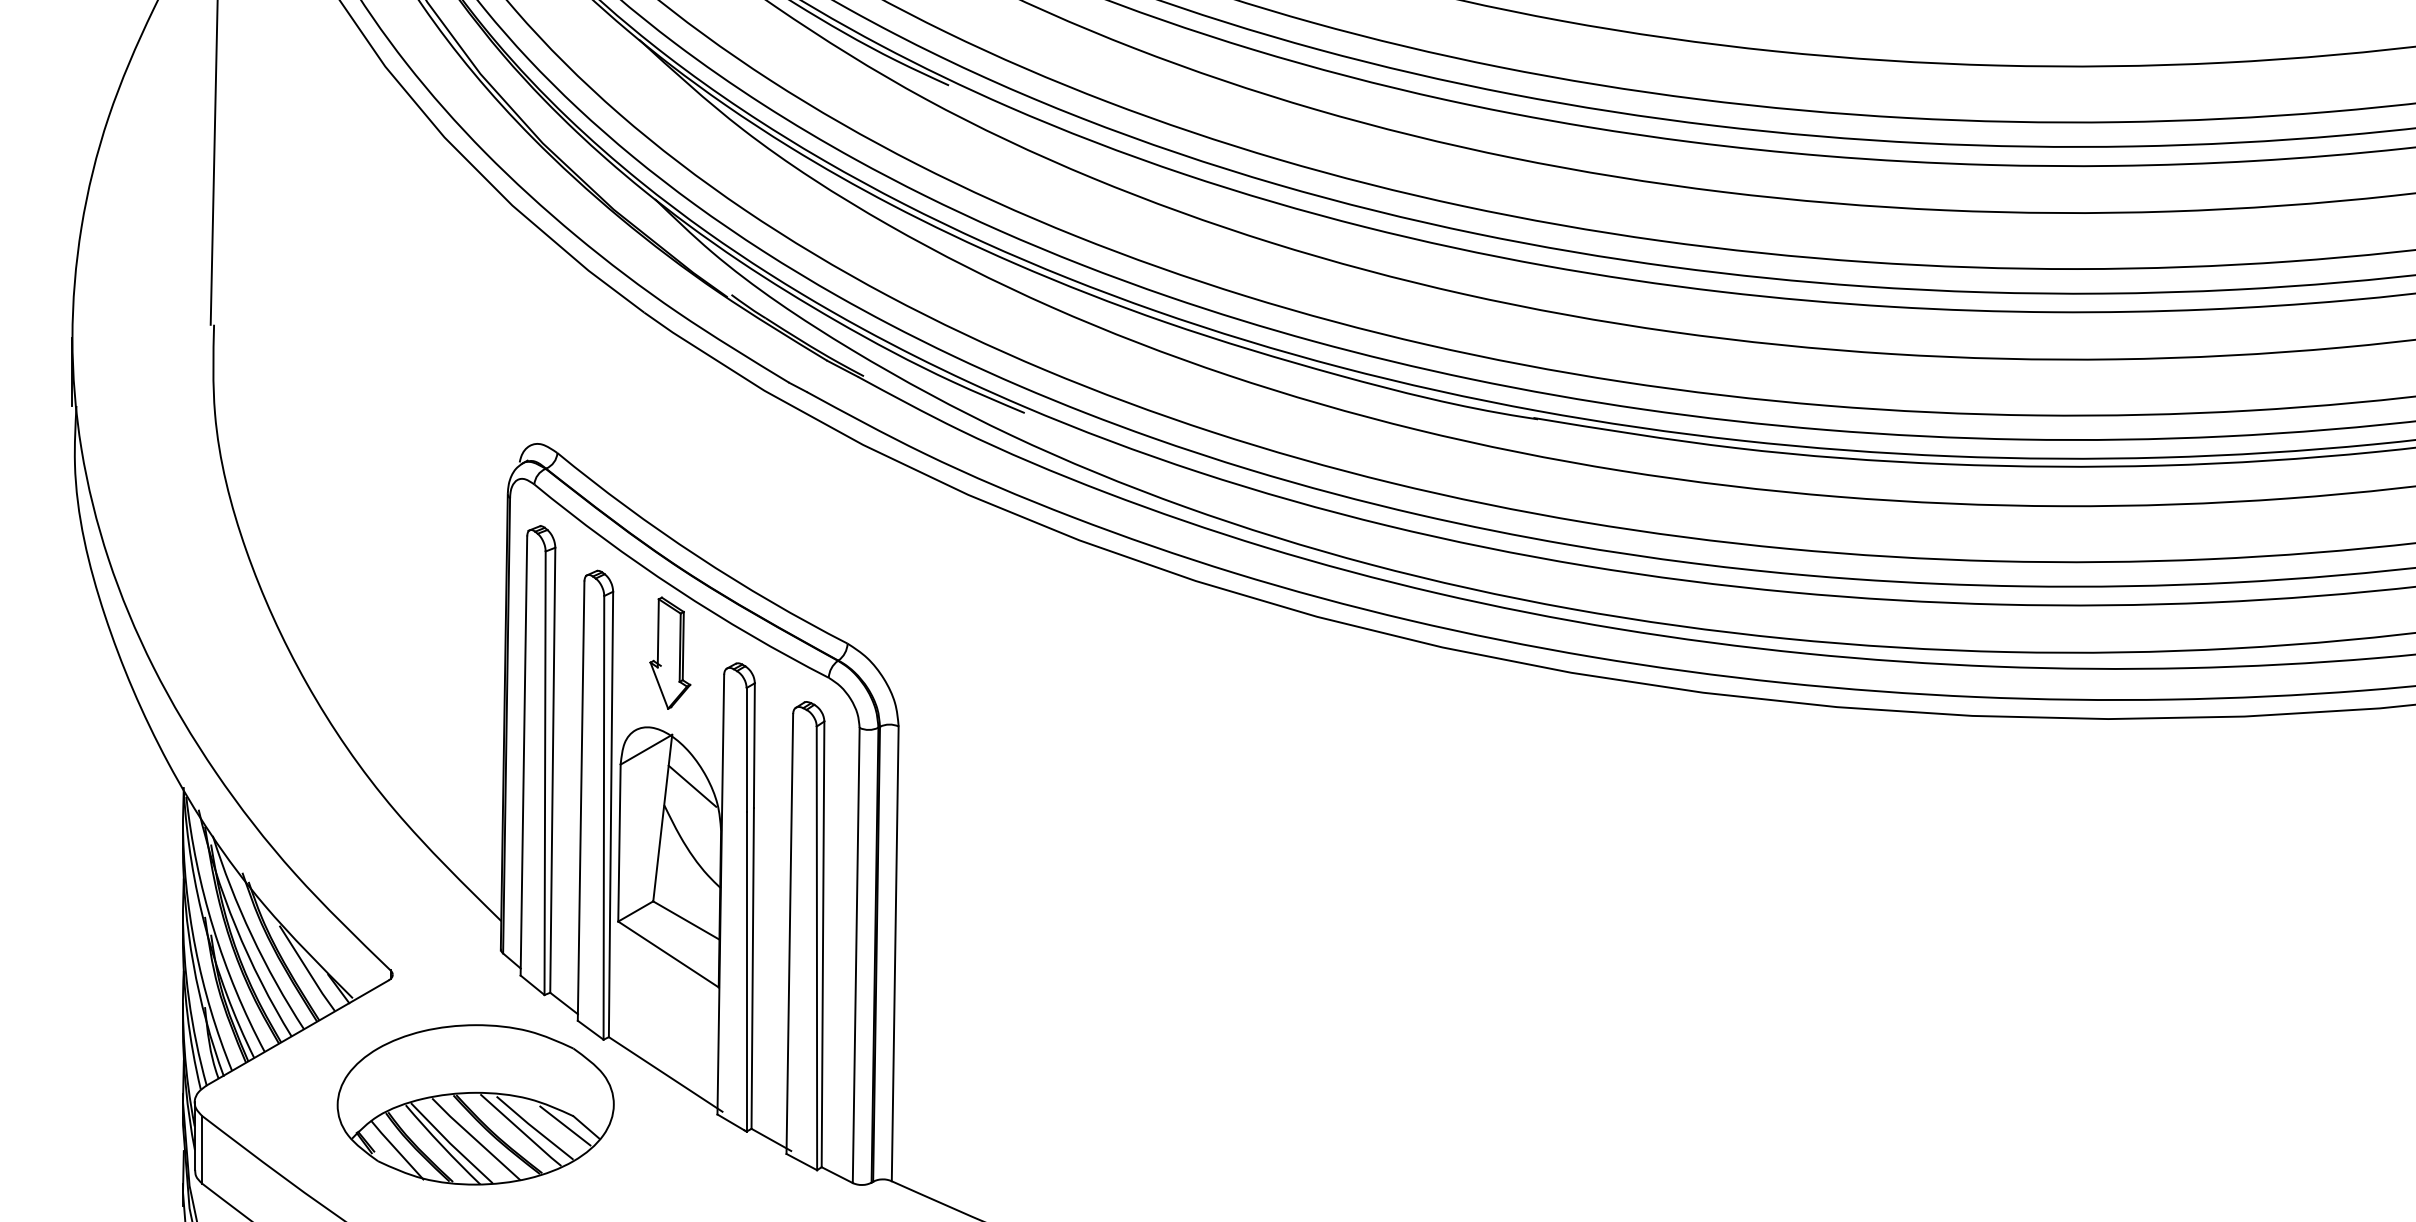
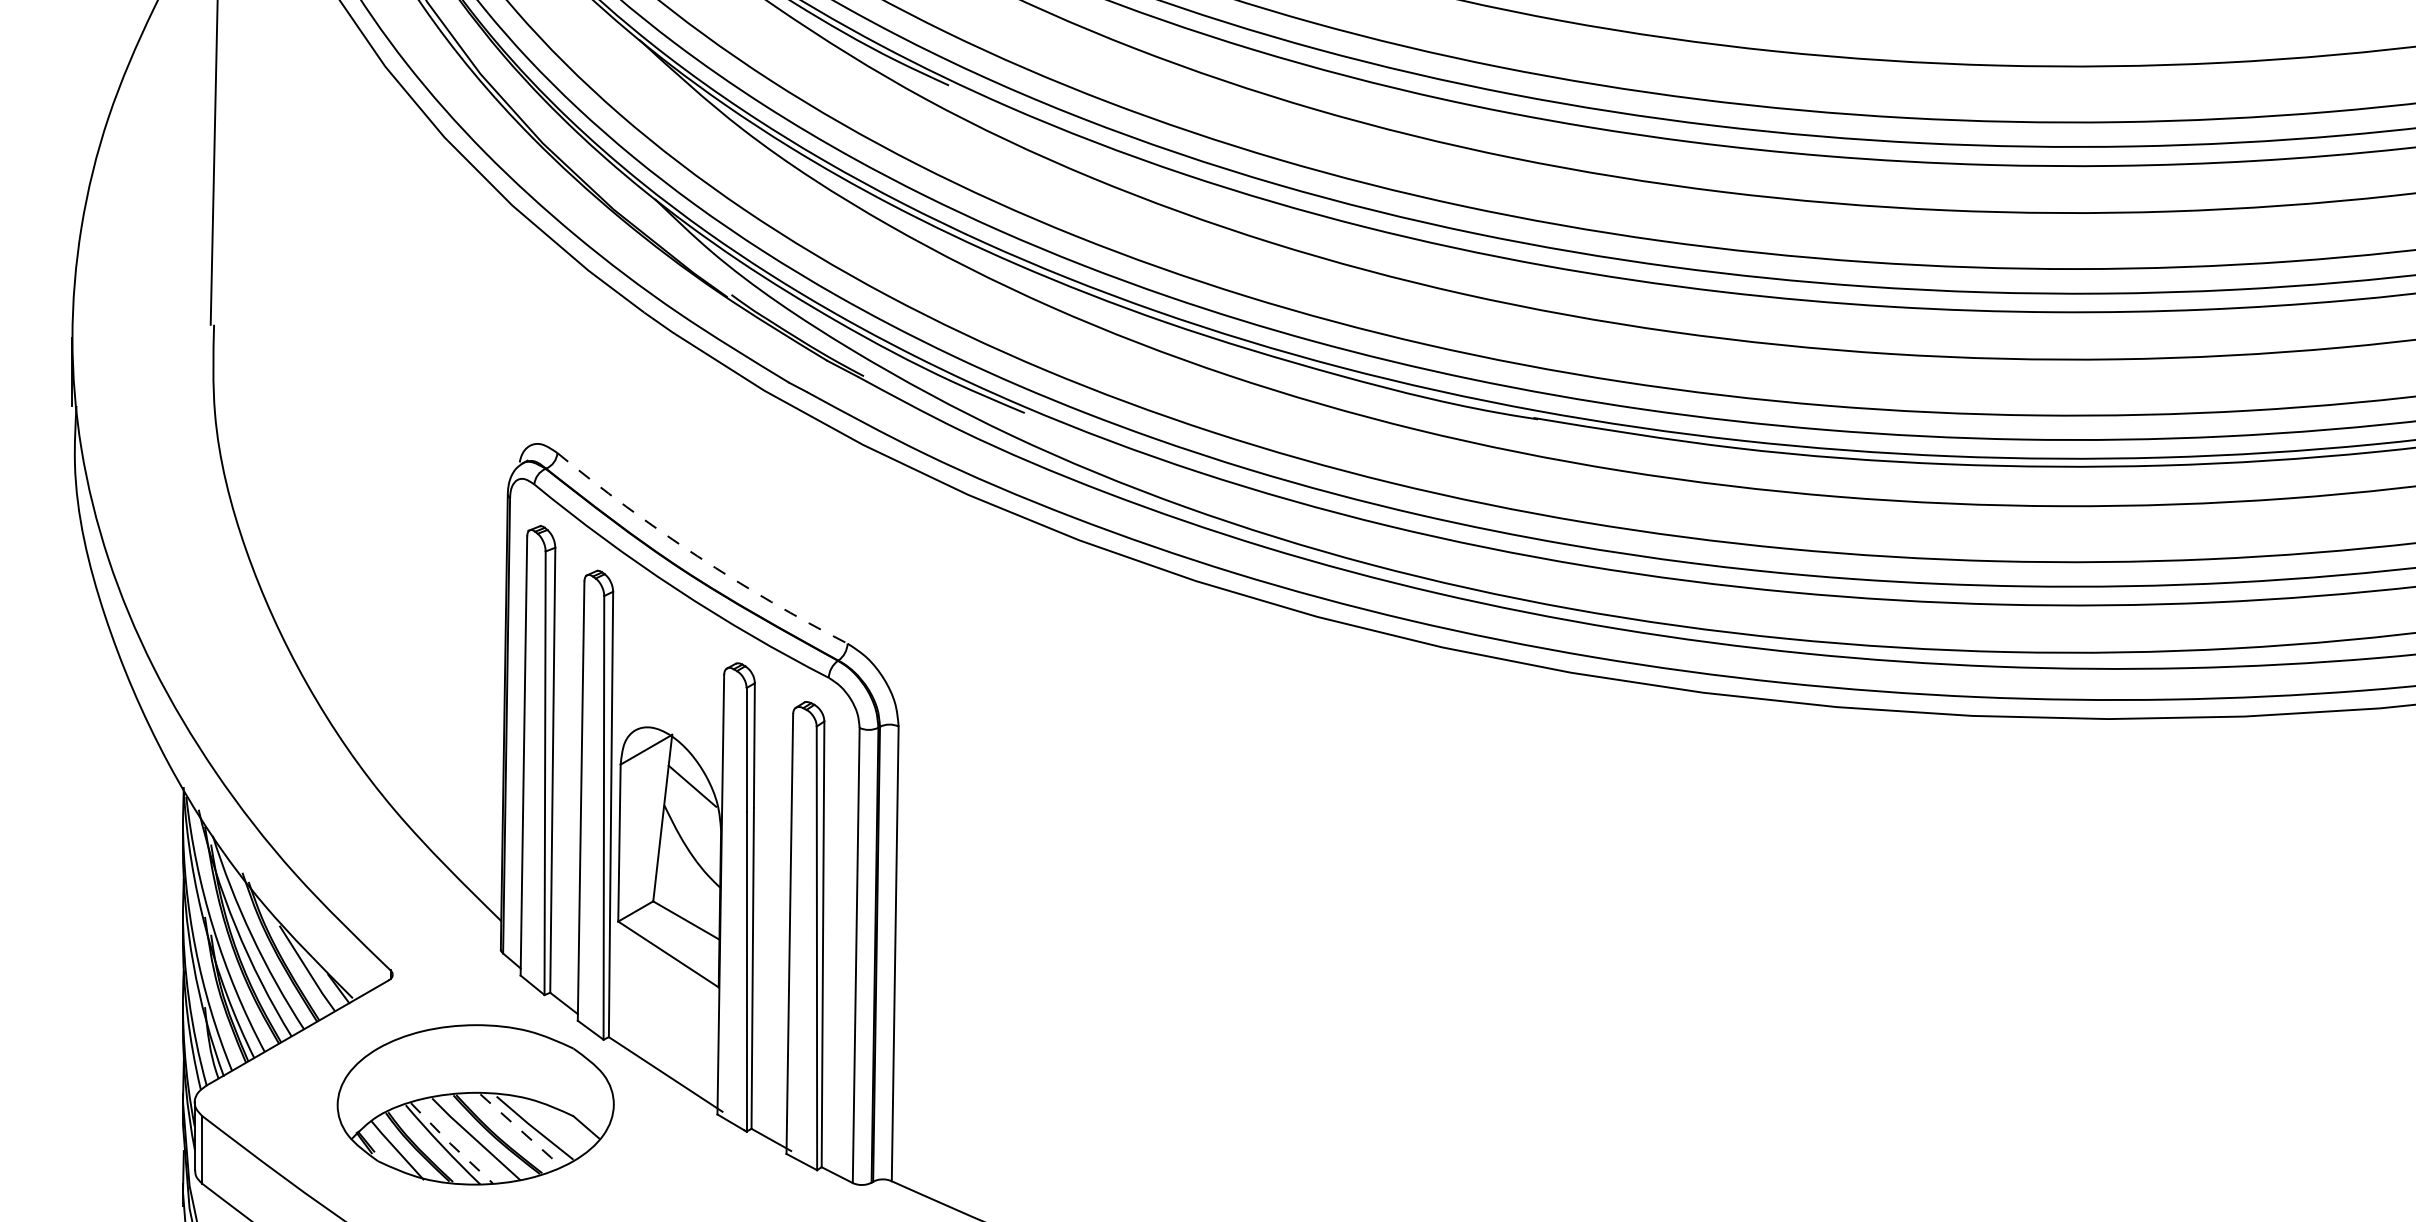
arc at (697, 556): solid -> dashed
part at (670, 652): present -> none
line at (565, 1125): present -> none
line at (521, 1131): solid -> dashed
line at (450, 1144): solid -> dashed
